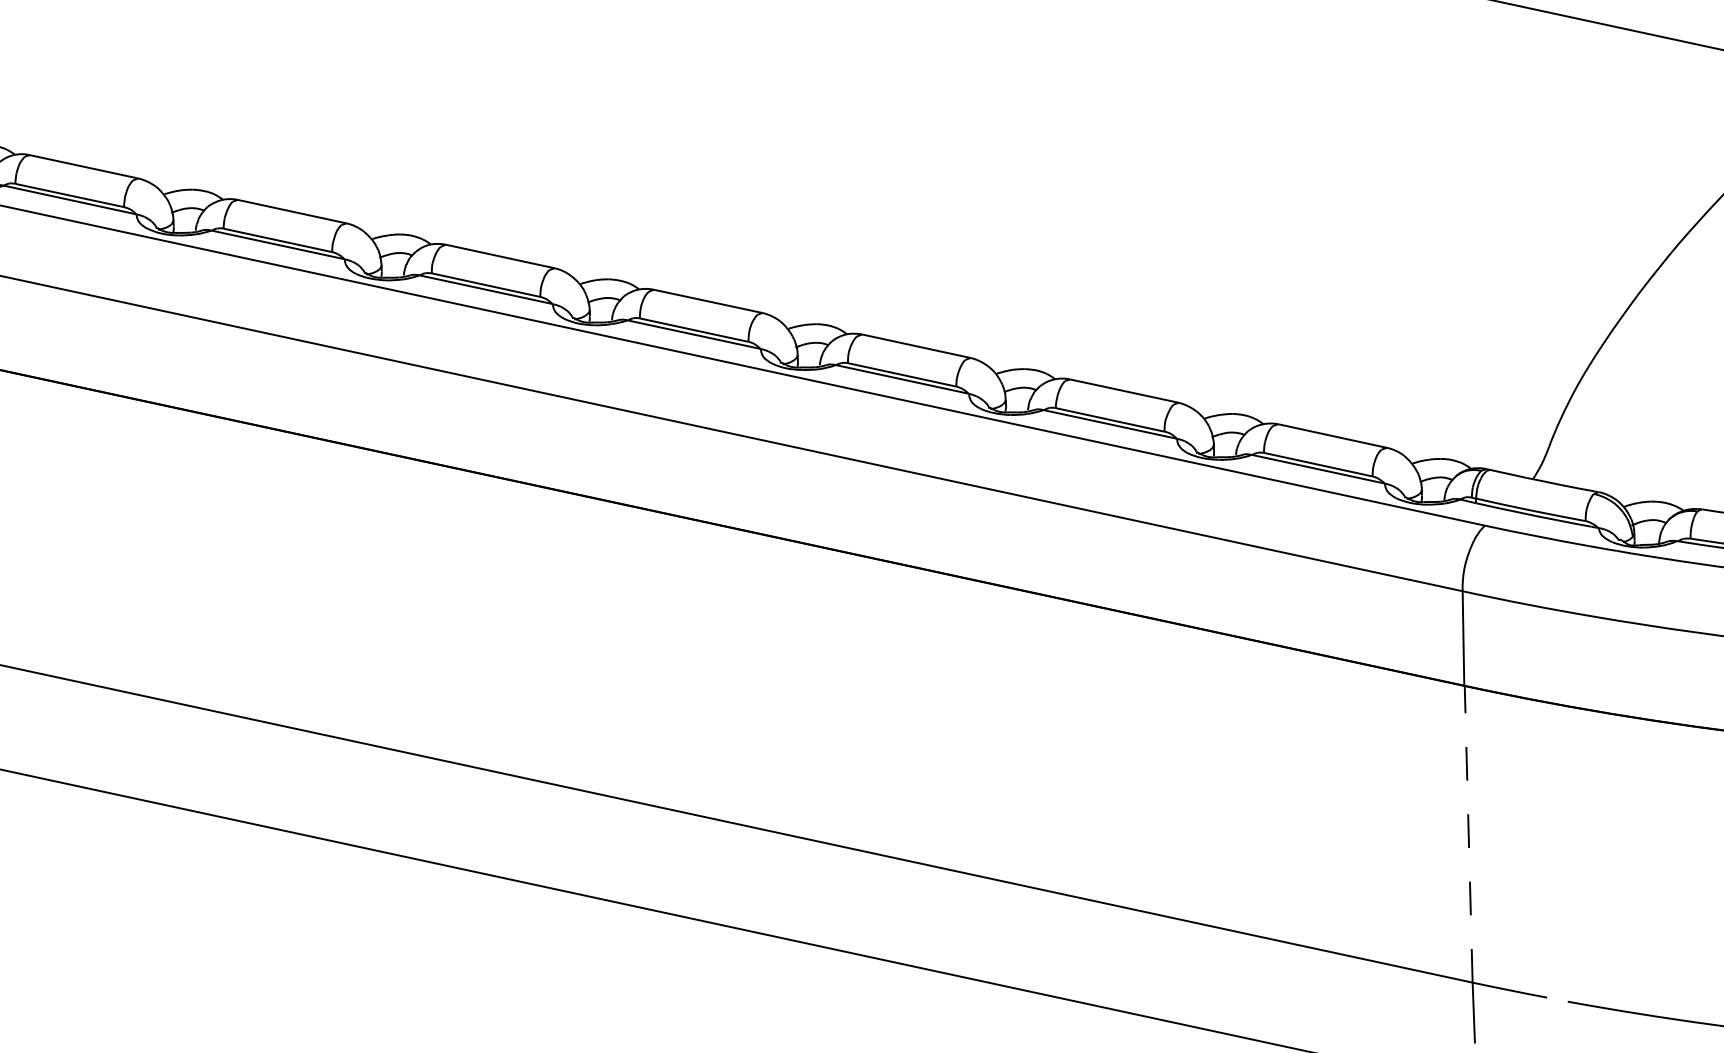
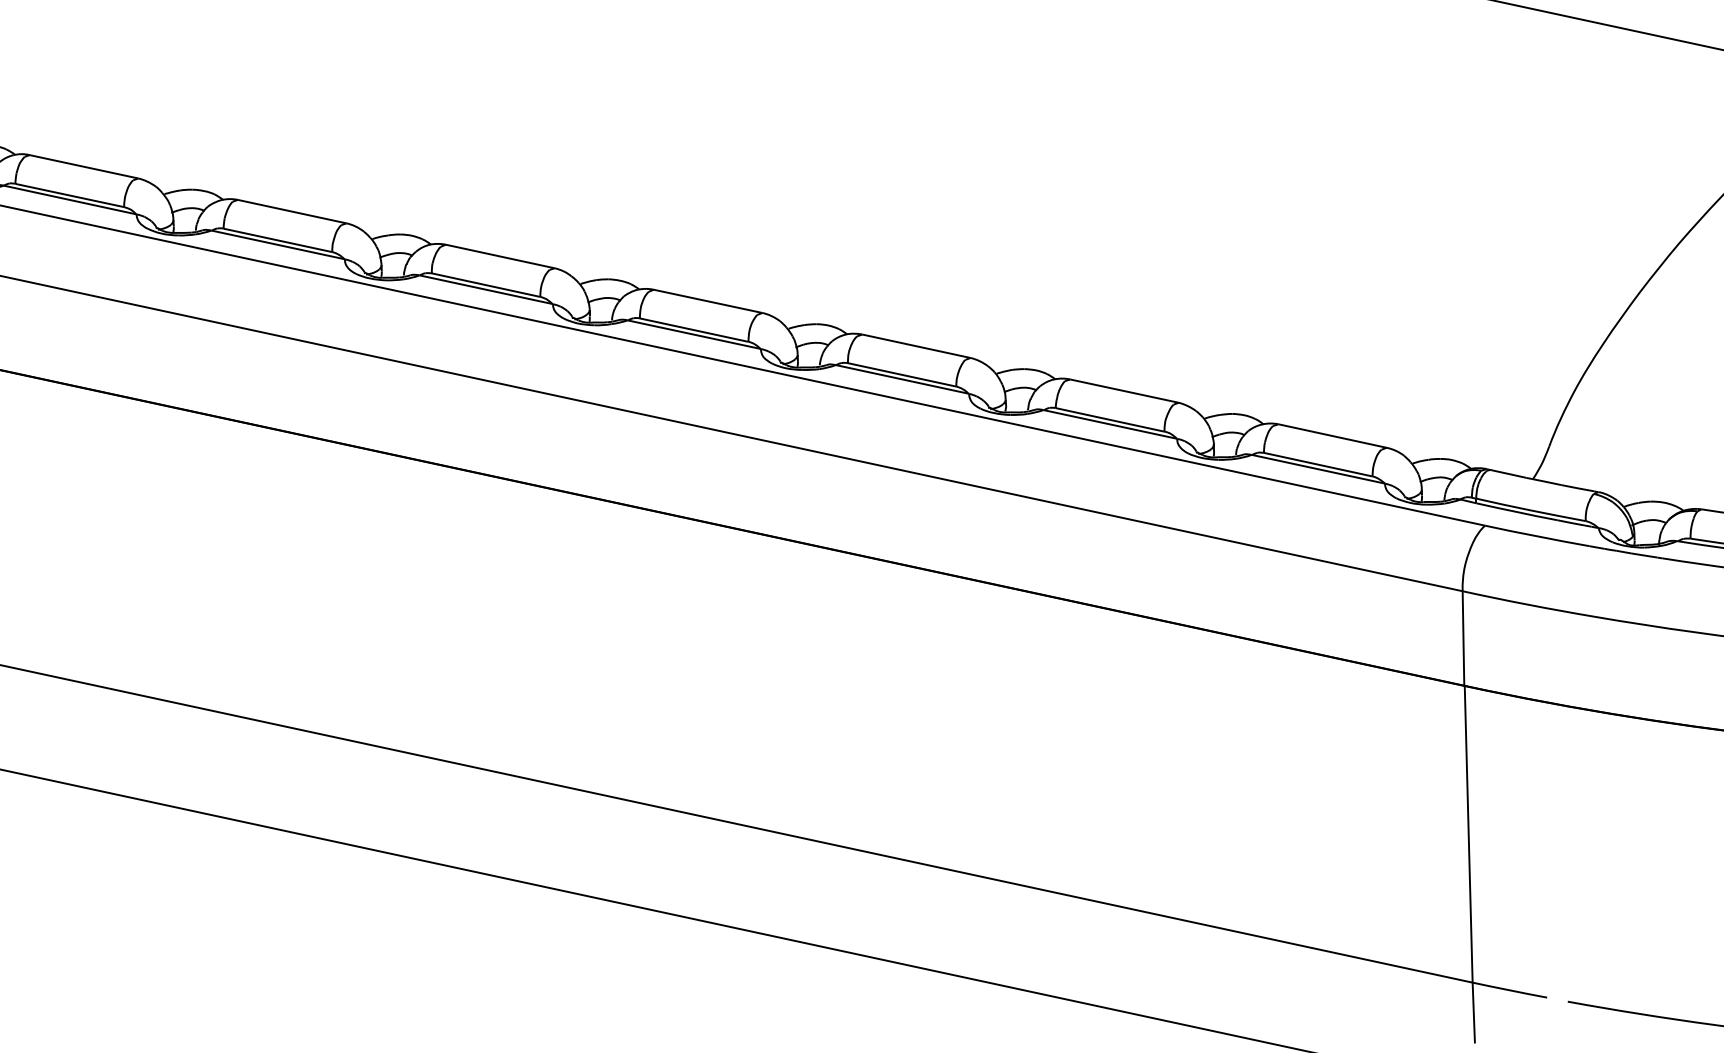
line at (1468, 833): dashed -> solid
